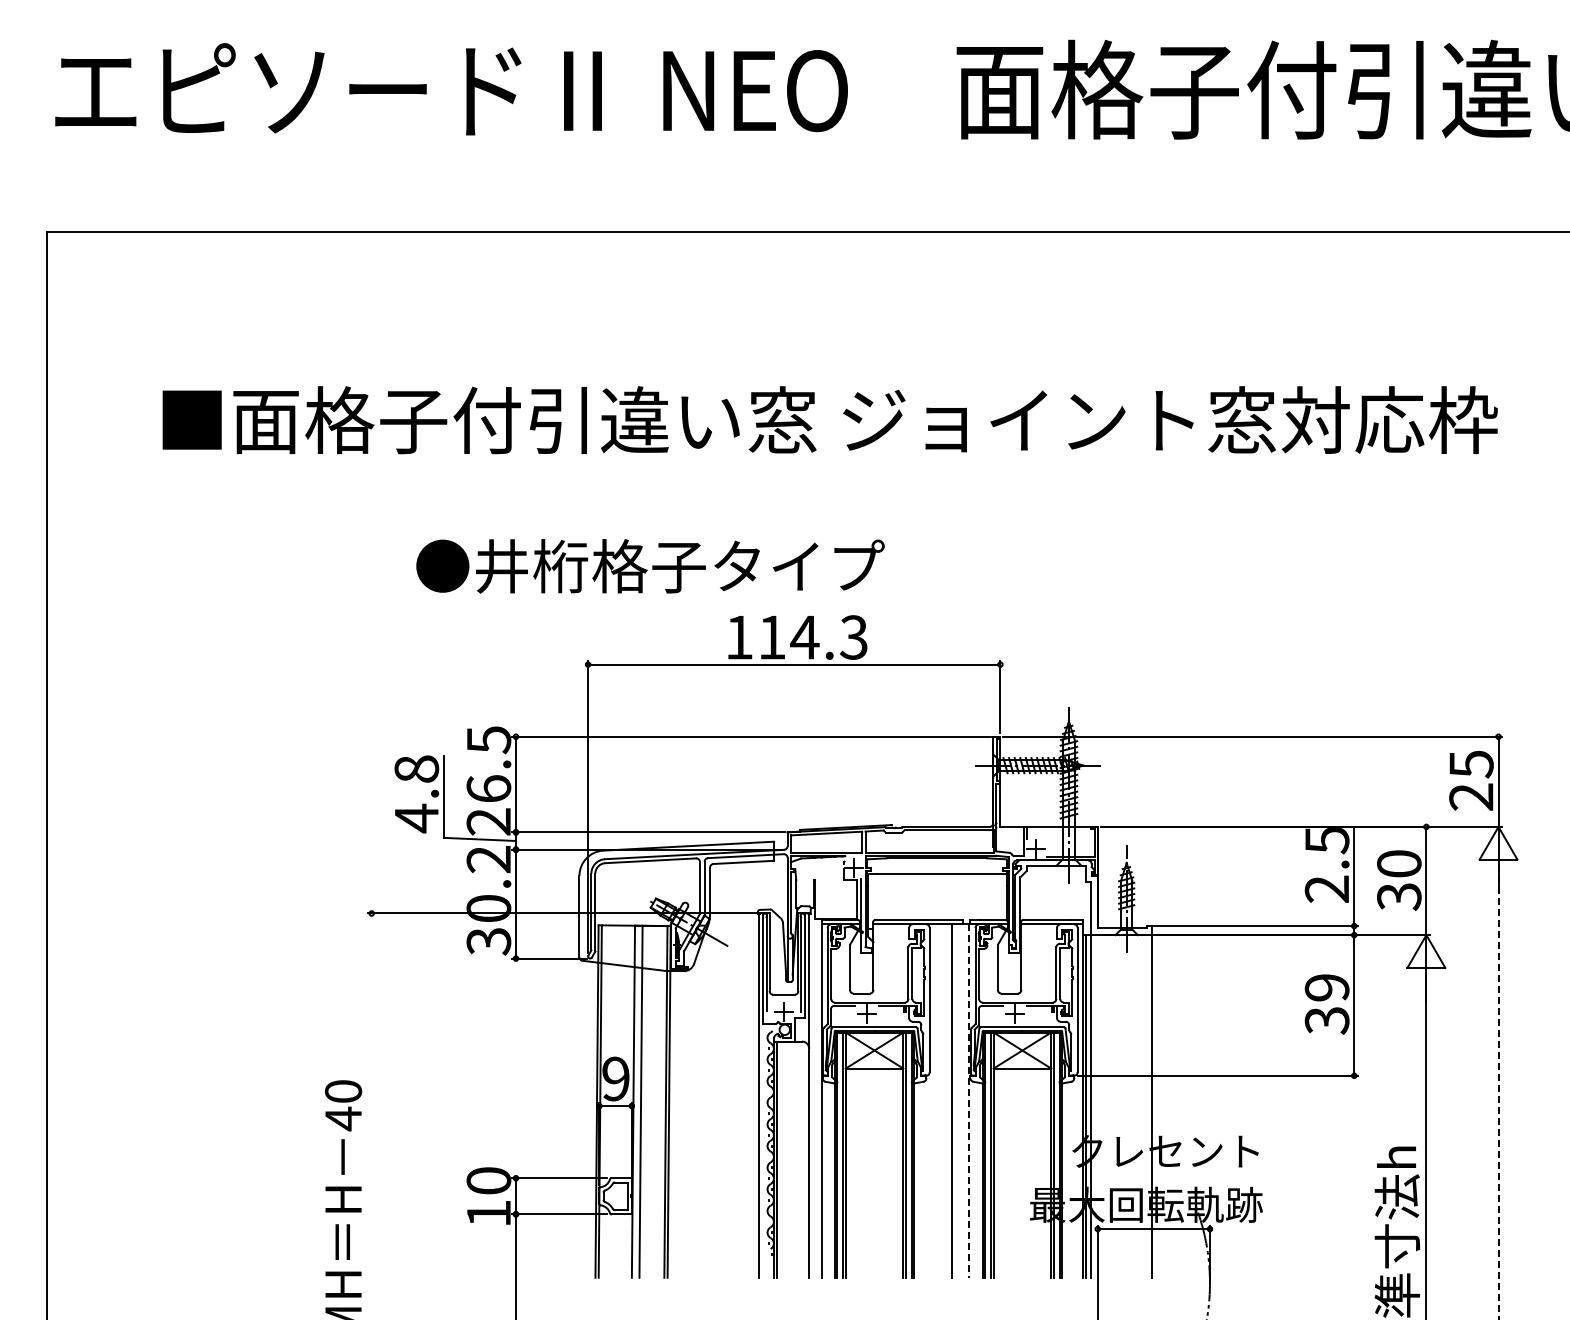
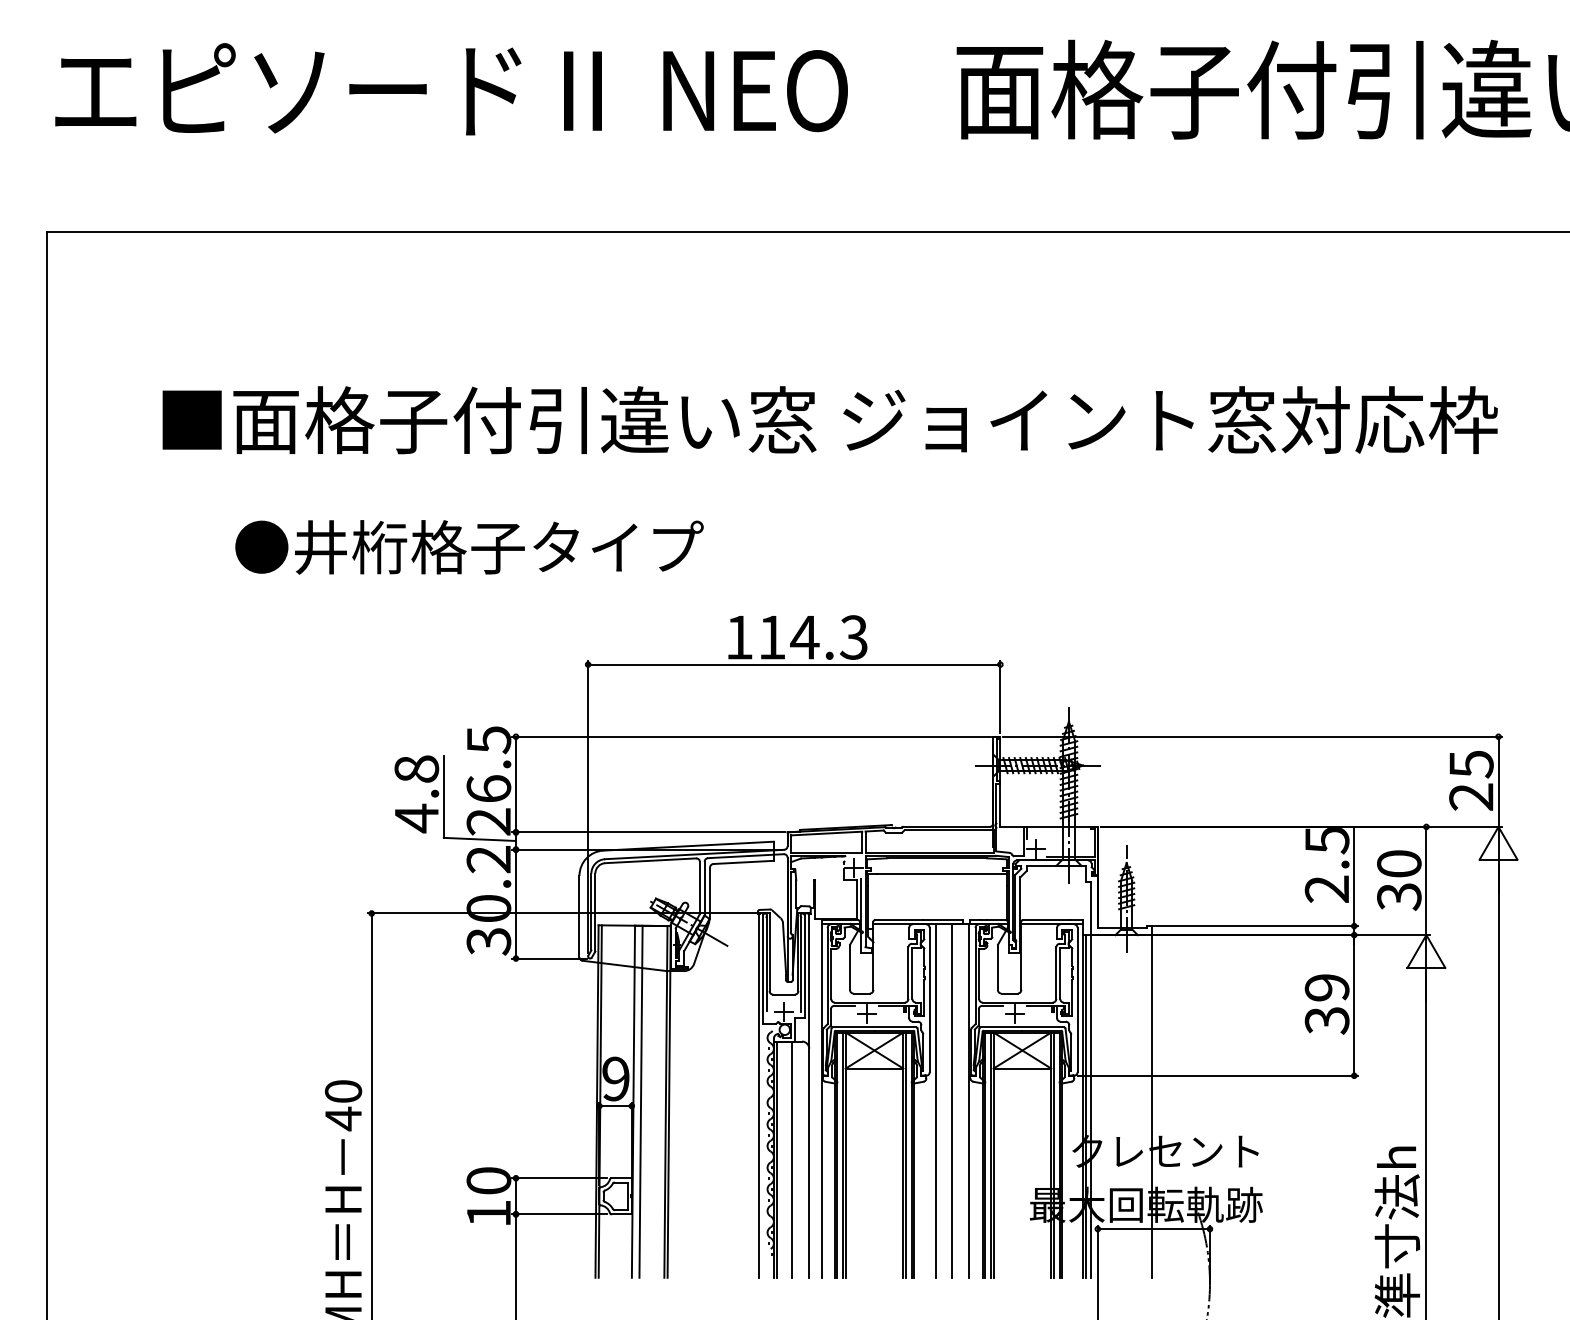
text at (650, 566) position: (650, 566) -> (469, 547)
line at (1498, 1092): dashed -> solid
line at (936, 1100): none -> present
line at (968, 1101): dashed -> solid
line at (371, 1114): none -> present
line at (791, 1159): none -> present
